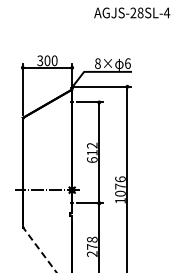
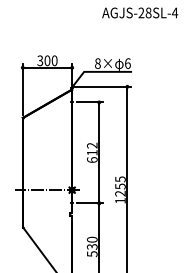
text at (132, 12) position: (132, 12) -> (140, 12)
text at (120, 186): 1076 -> 1255
text at (91, 246): 278 -> 530
line at (39, 249): dashed -> solid
